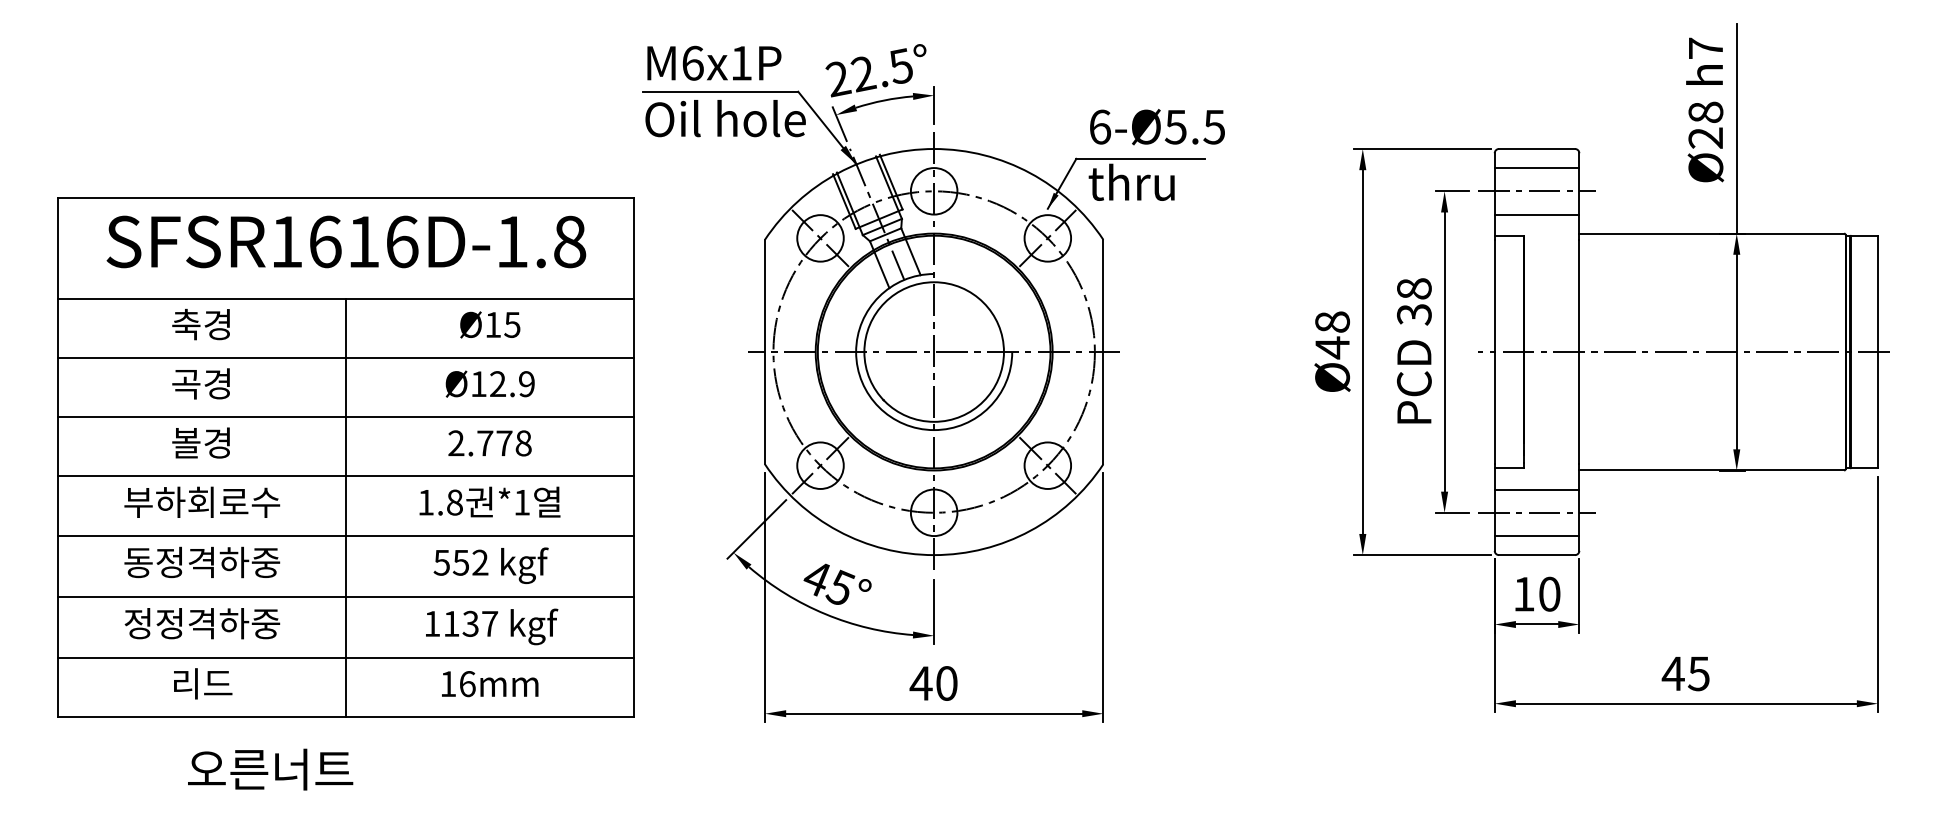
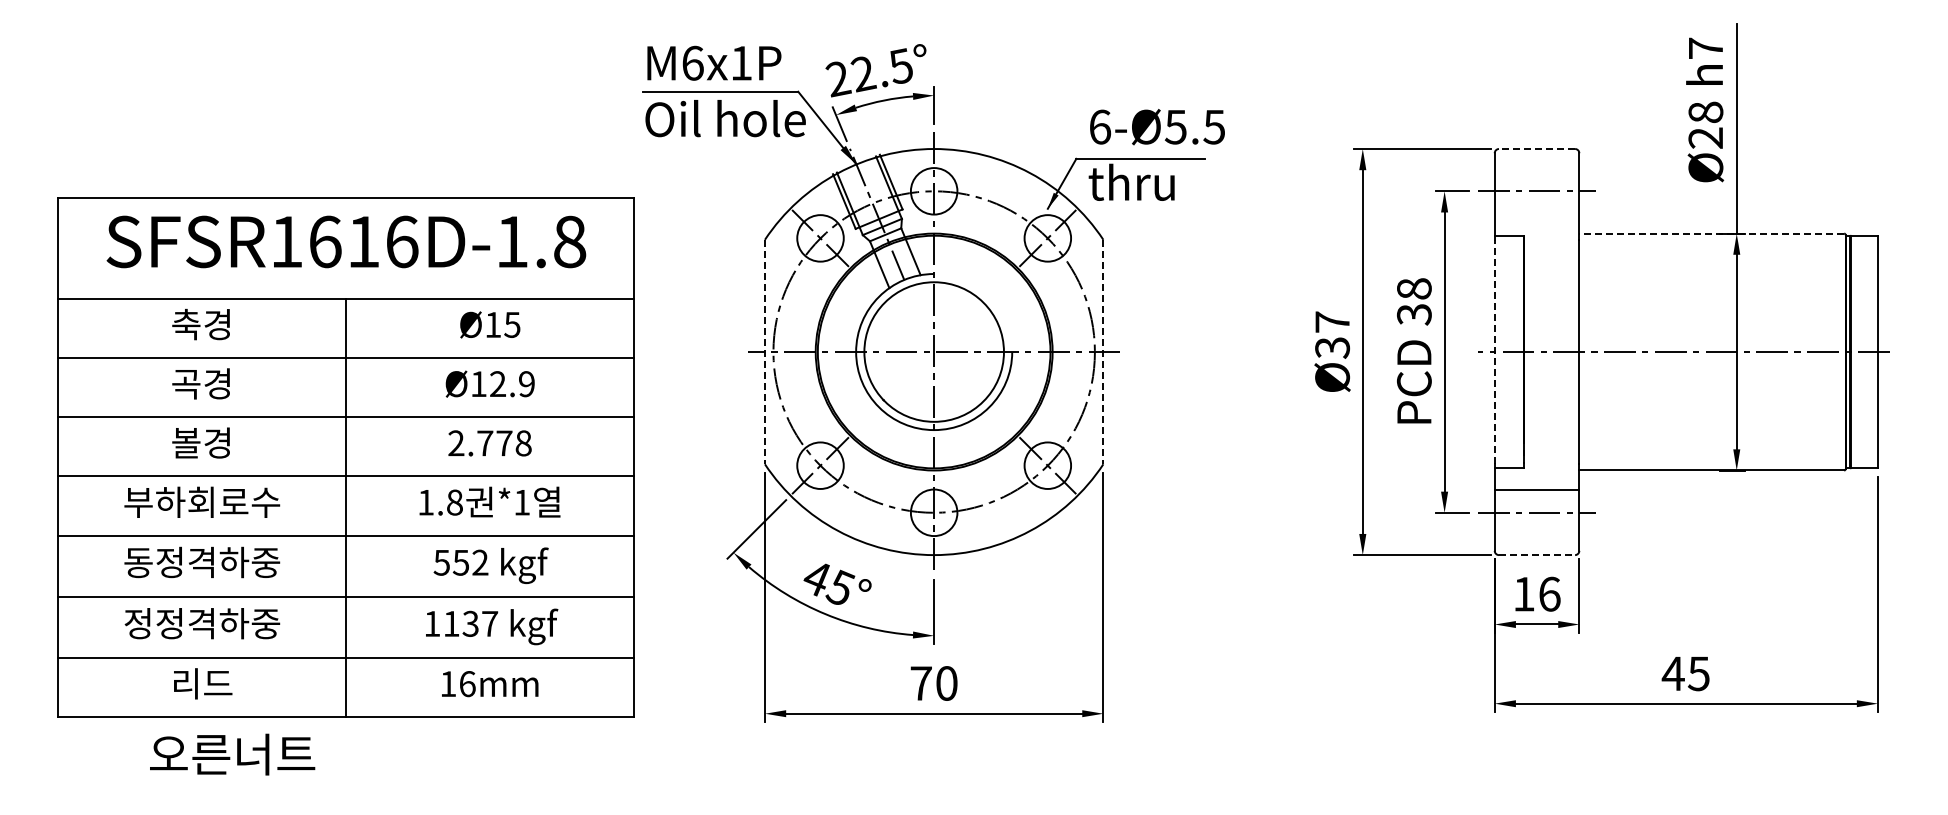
line at (1536, 149): solid -> dashed
line at (1536, 168): present -> none
line at (1536, 214): present -> none
line at (1711, 233): solid -> dashed
text at (1332, 335): Ø48 -> Ø37
line at (1494, 351): solid -> dashed
line at (764, 352): solid -> dashed
line at (1103, 352): solid -> dashed
line at (1536, 536): present -> none
line at (1537, 555): solid -> dashed
text at (1549, 593): 10 -> 16
text at (920, 683): 40 -> 70
text at (270, 769) position: (270, 769) -> (232, 754)
